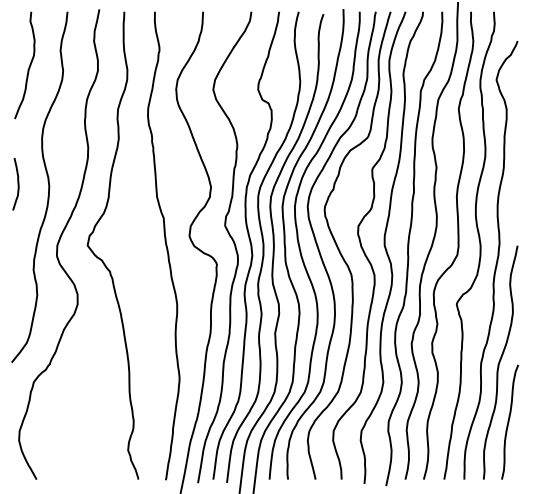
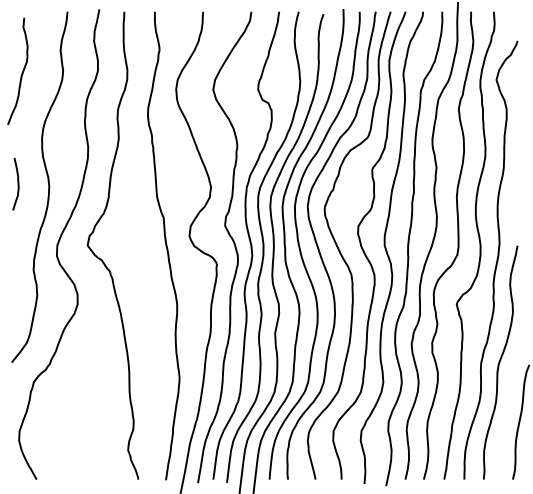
curve at (28, 67) position: (28, 67) -> (21, 73)
curve at (509, 421) position: (509, 421) -> (520, 421)
